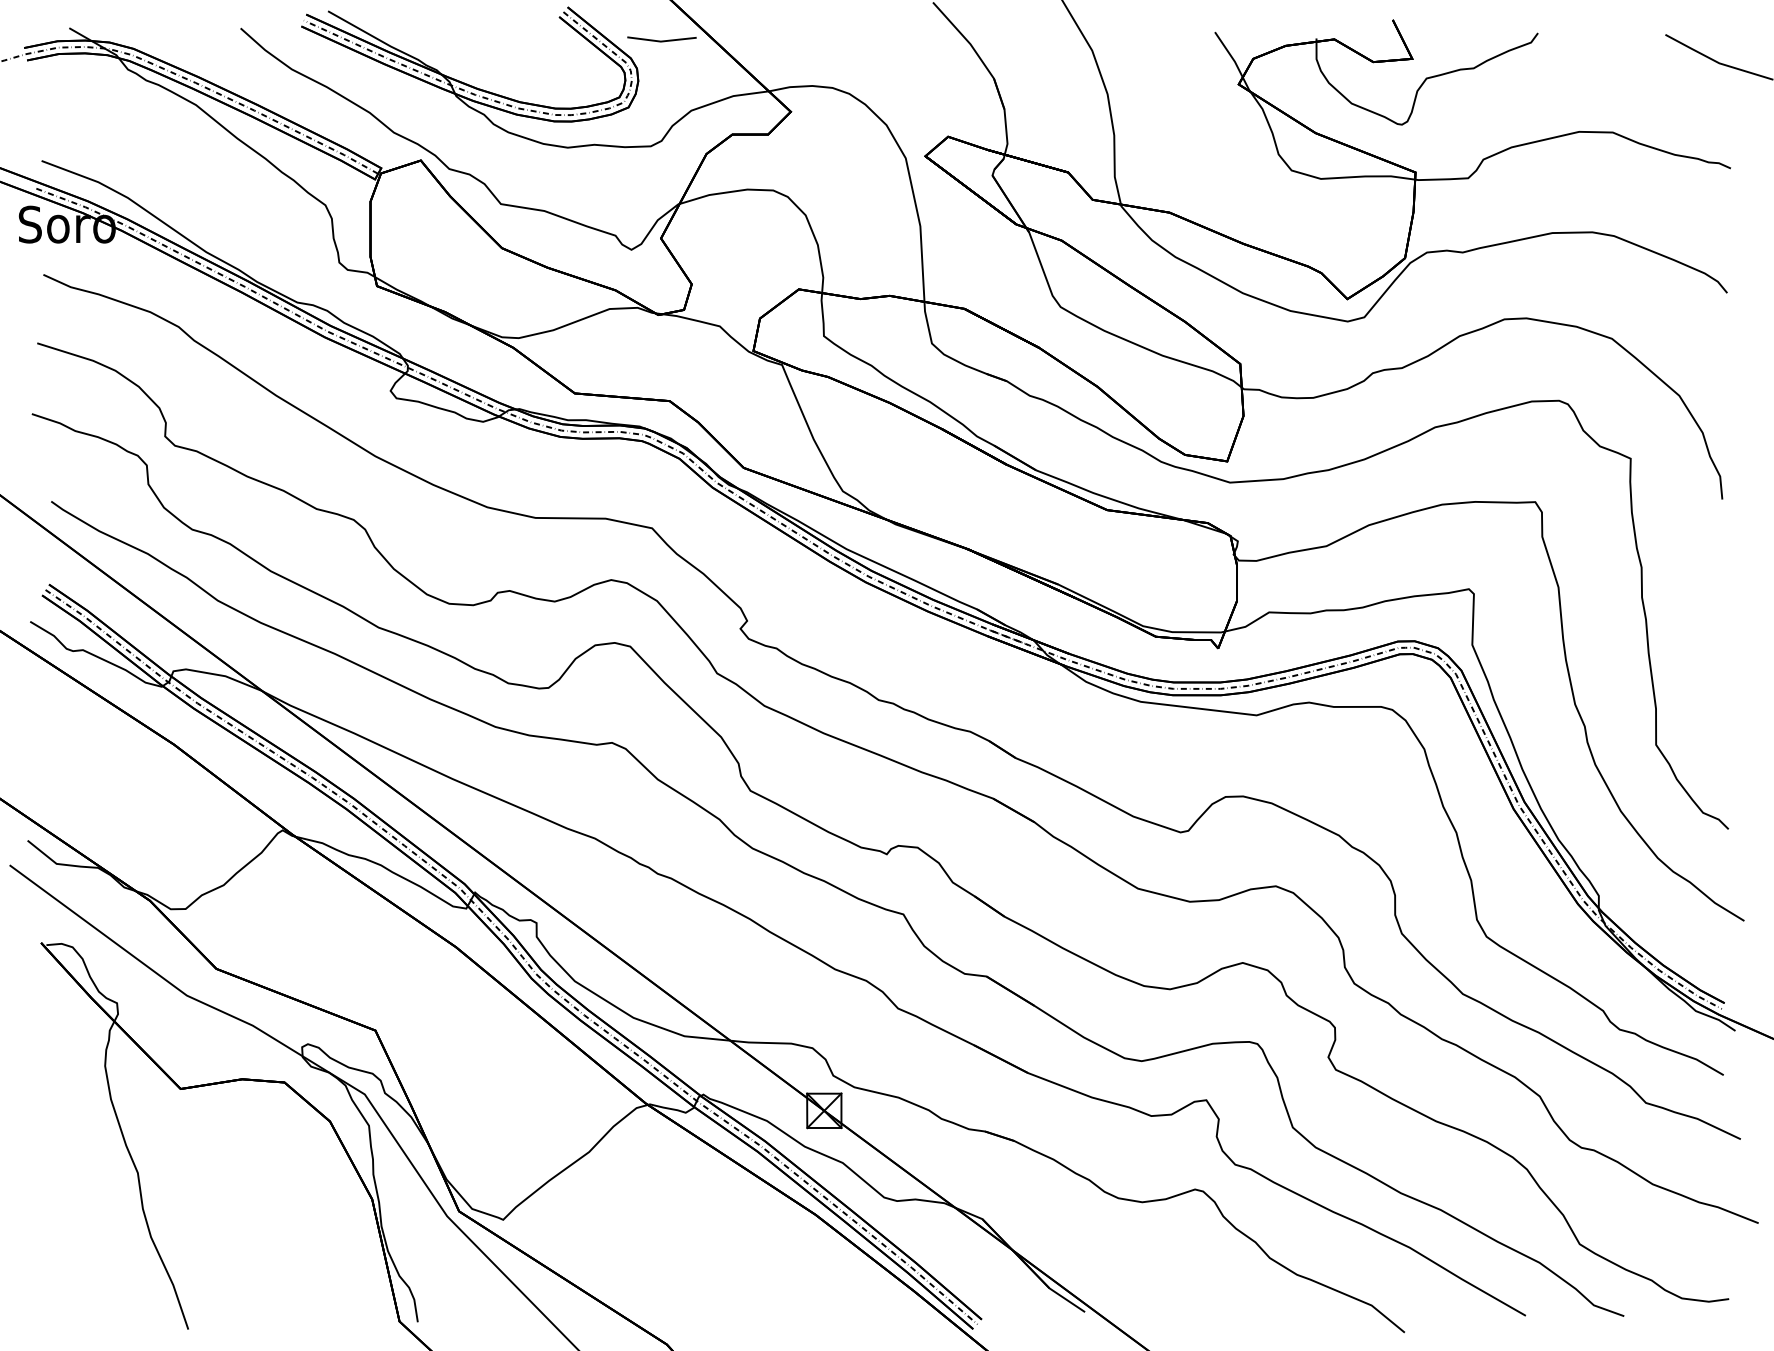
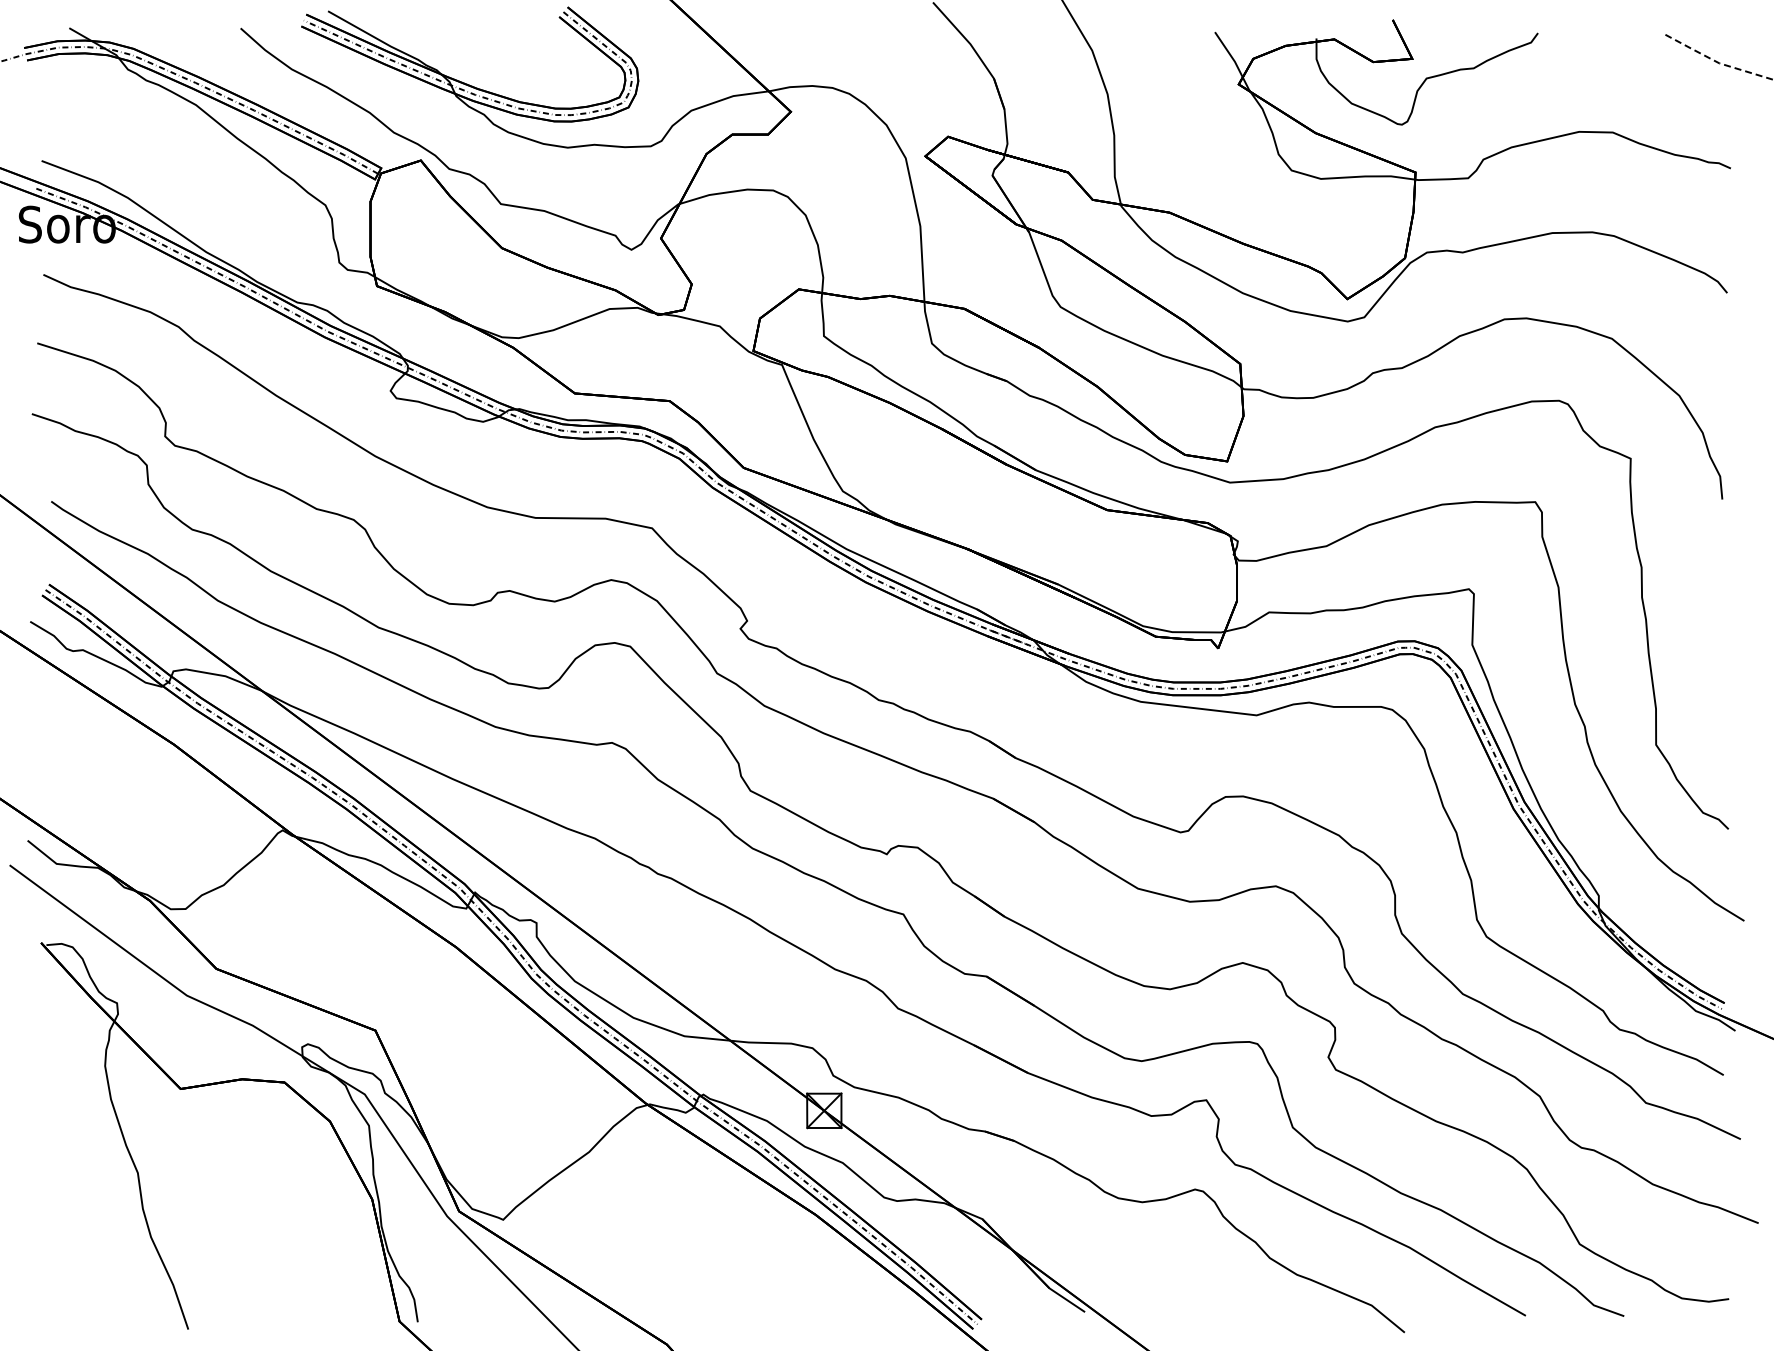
line at (661, 40): present -> none
line at (1717, 62): solid -> dashed
